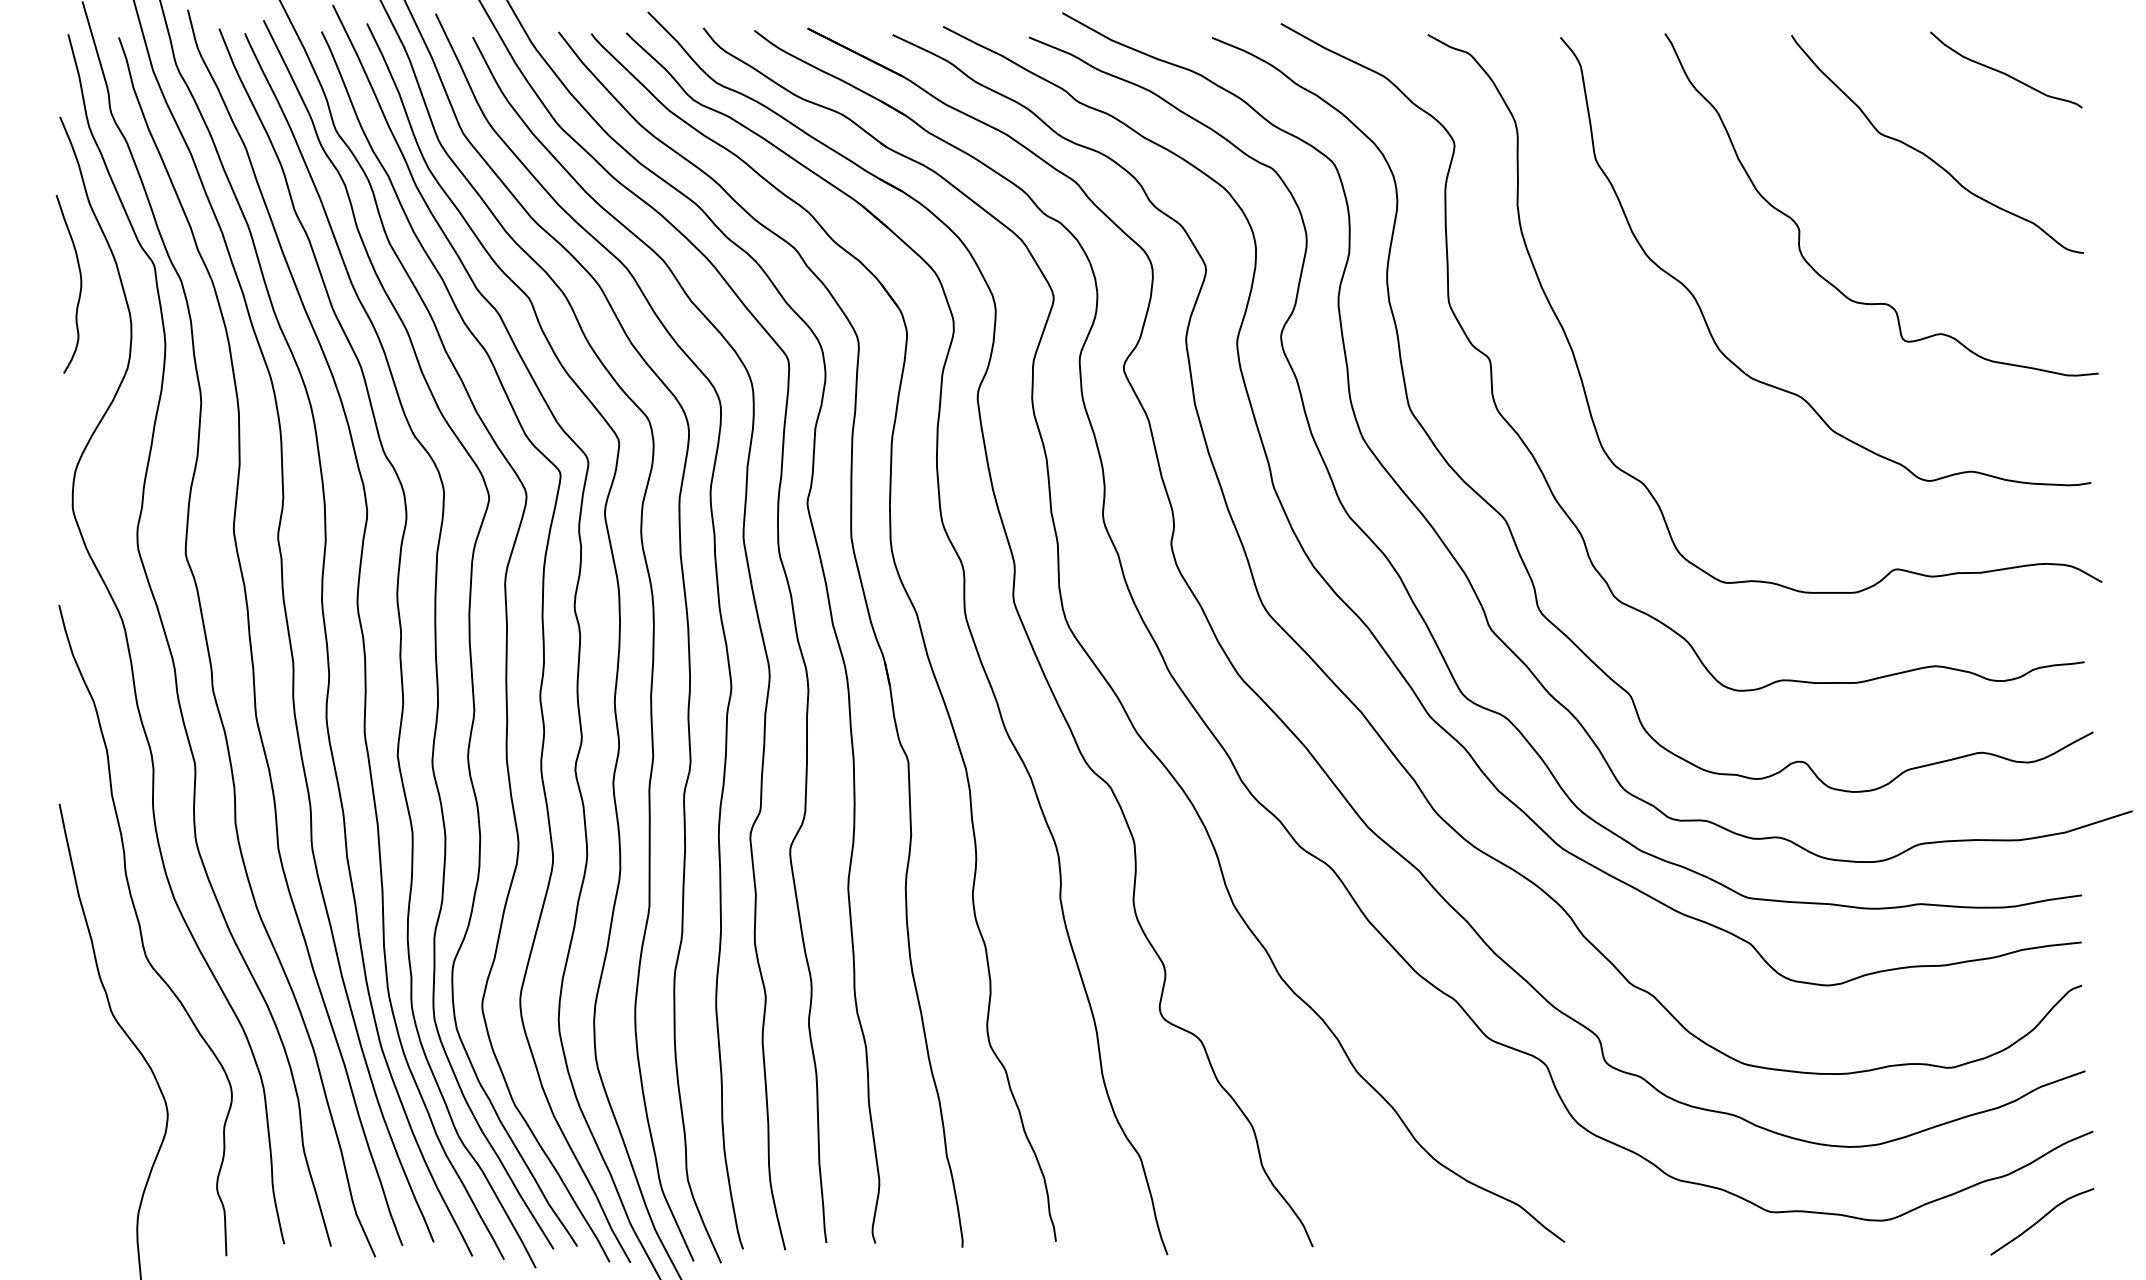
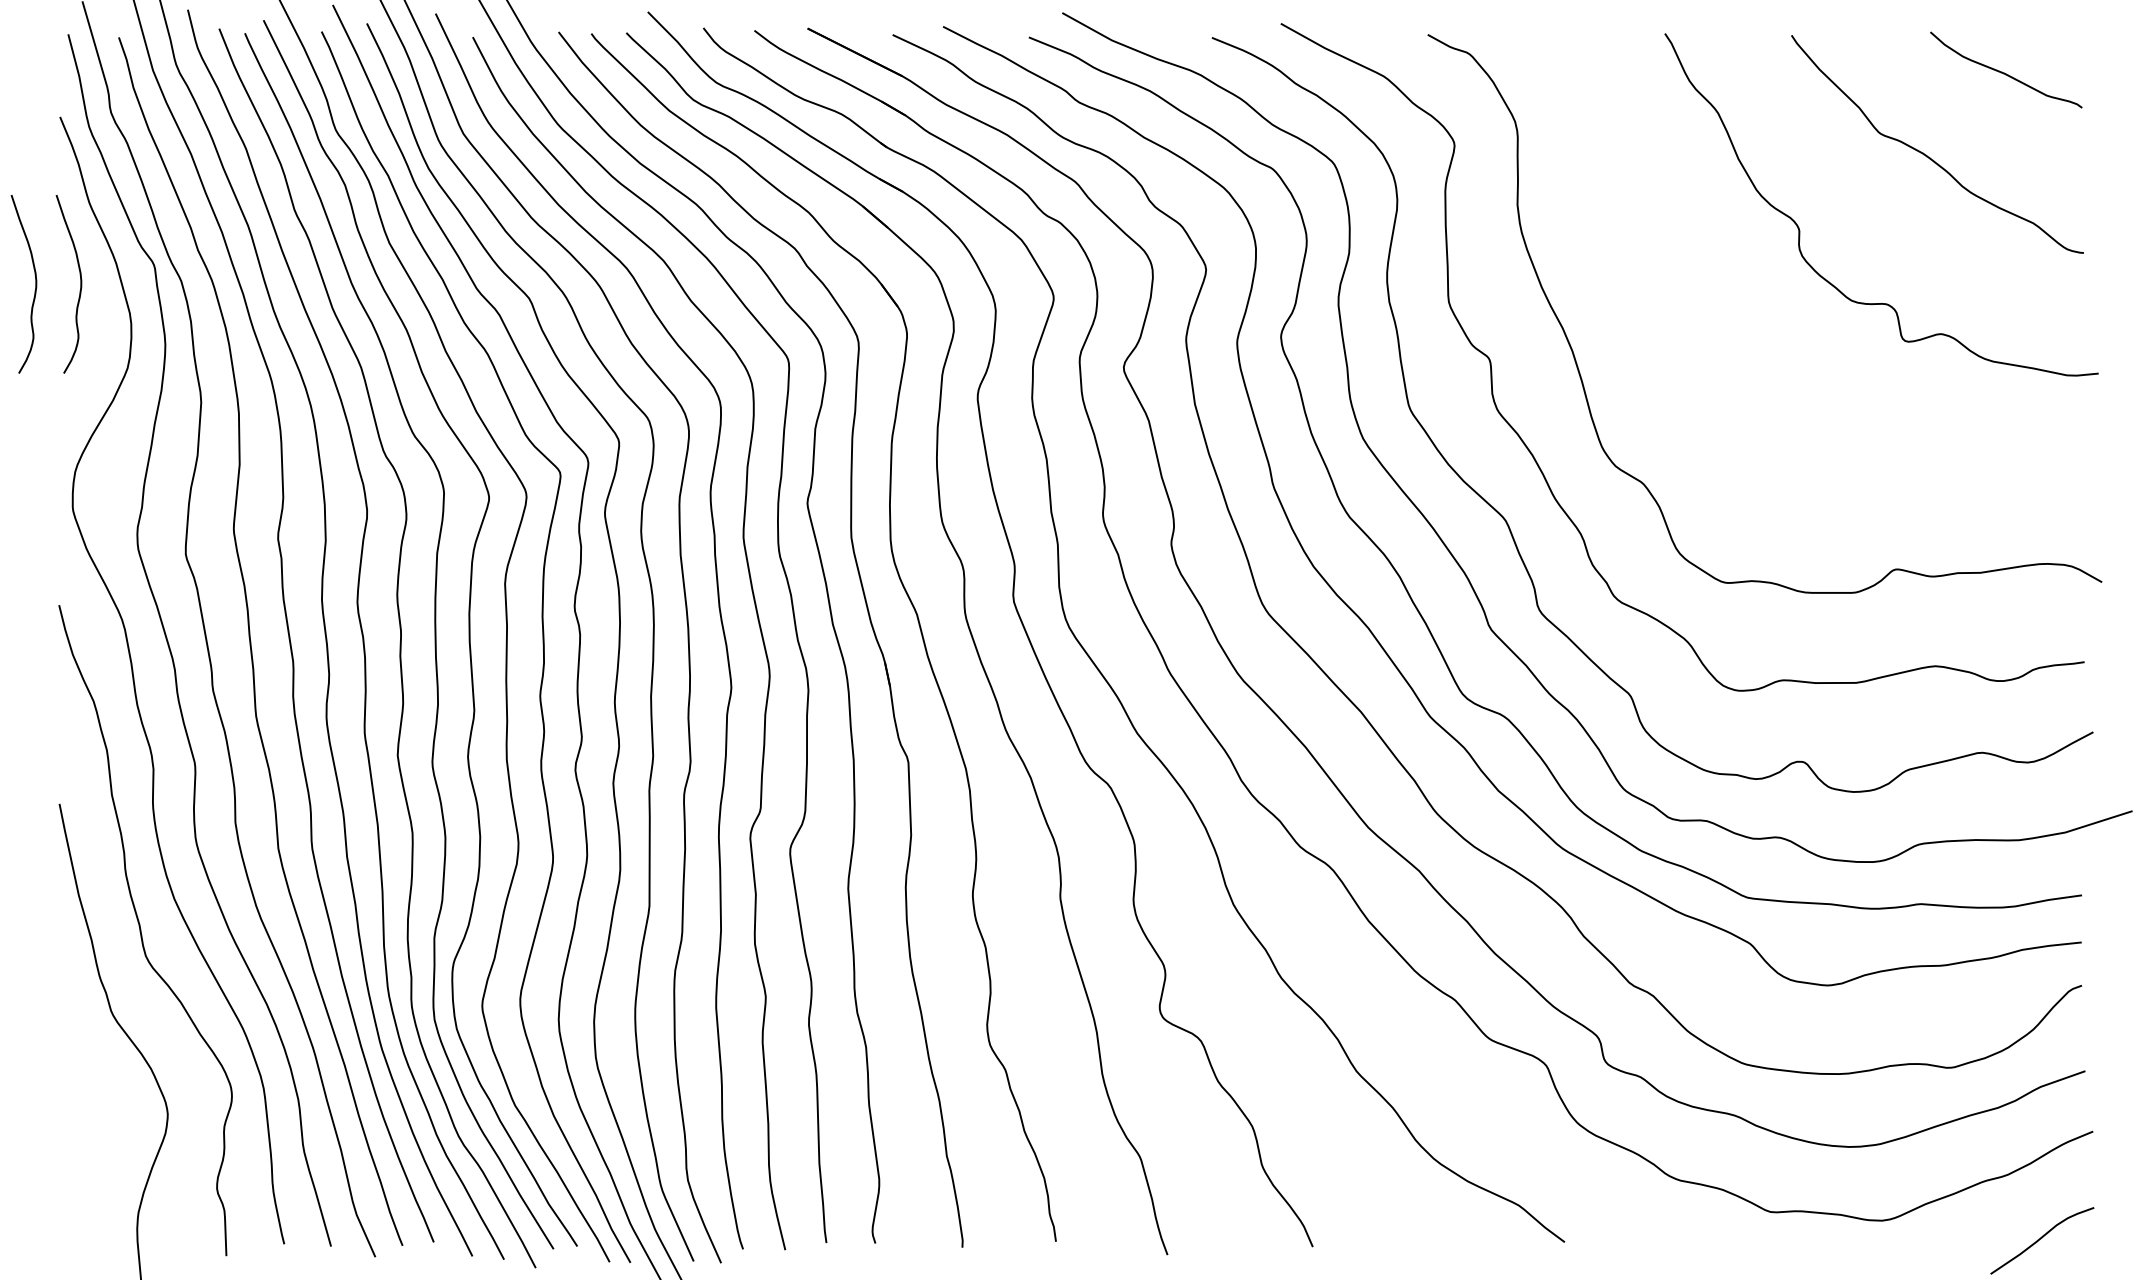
curve at (35, 284): none -> present
curve at (1701, 308): present -> none
curve at (2042, 1219) position: (2042, 1219) -> (2042, 1238)
